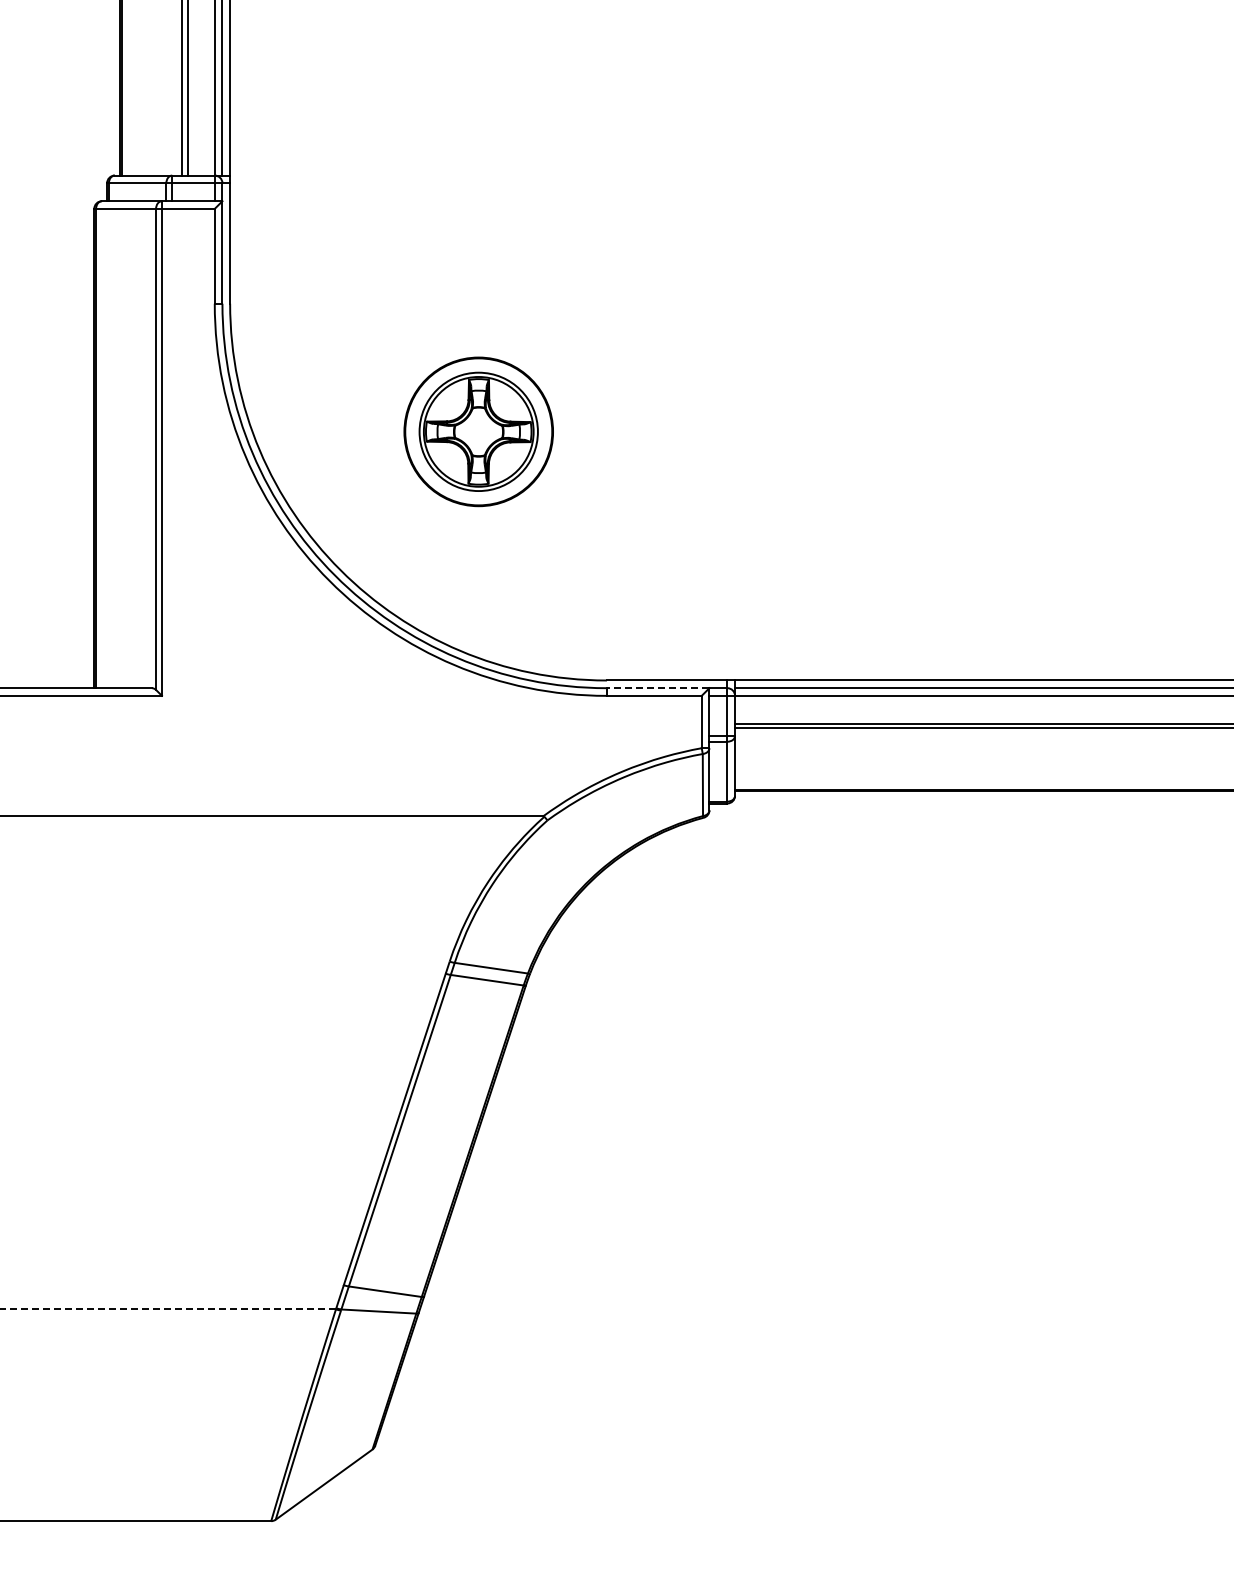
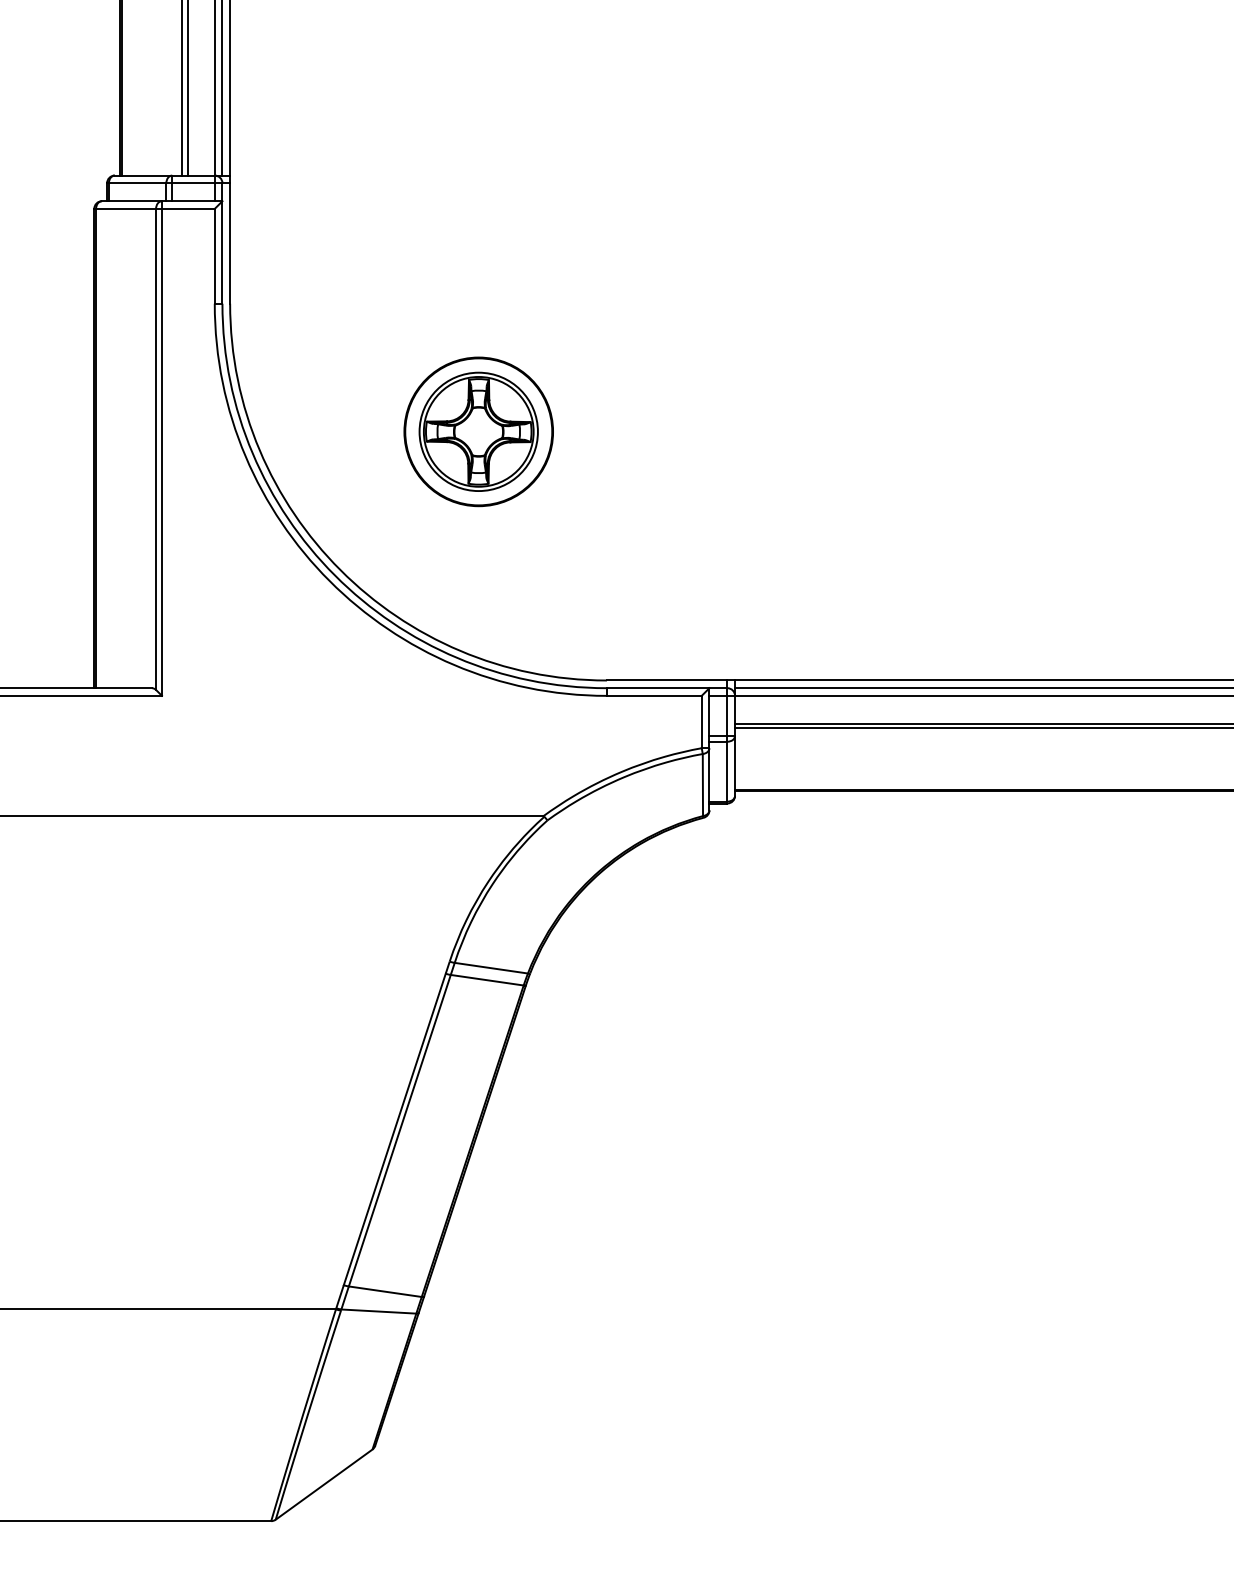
line at (657, 688): dashed -> solid
line at (168, 1309): dashed -> solid
